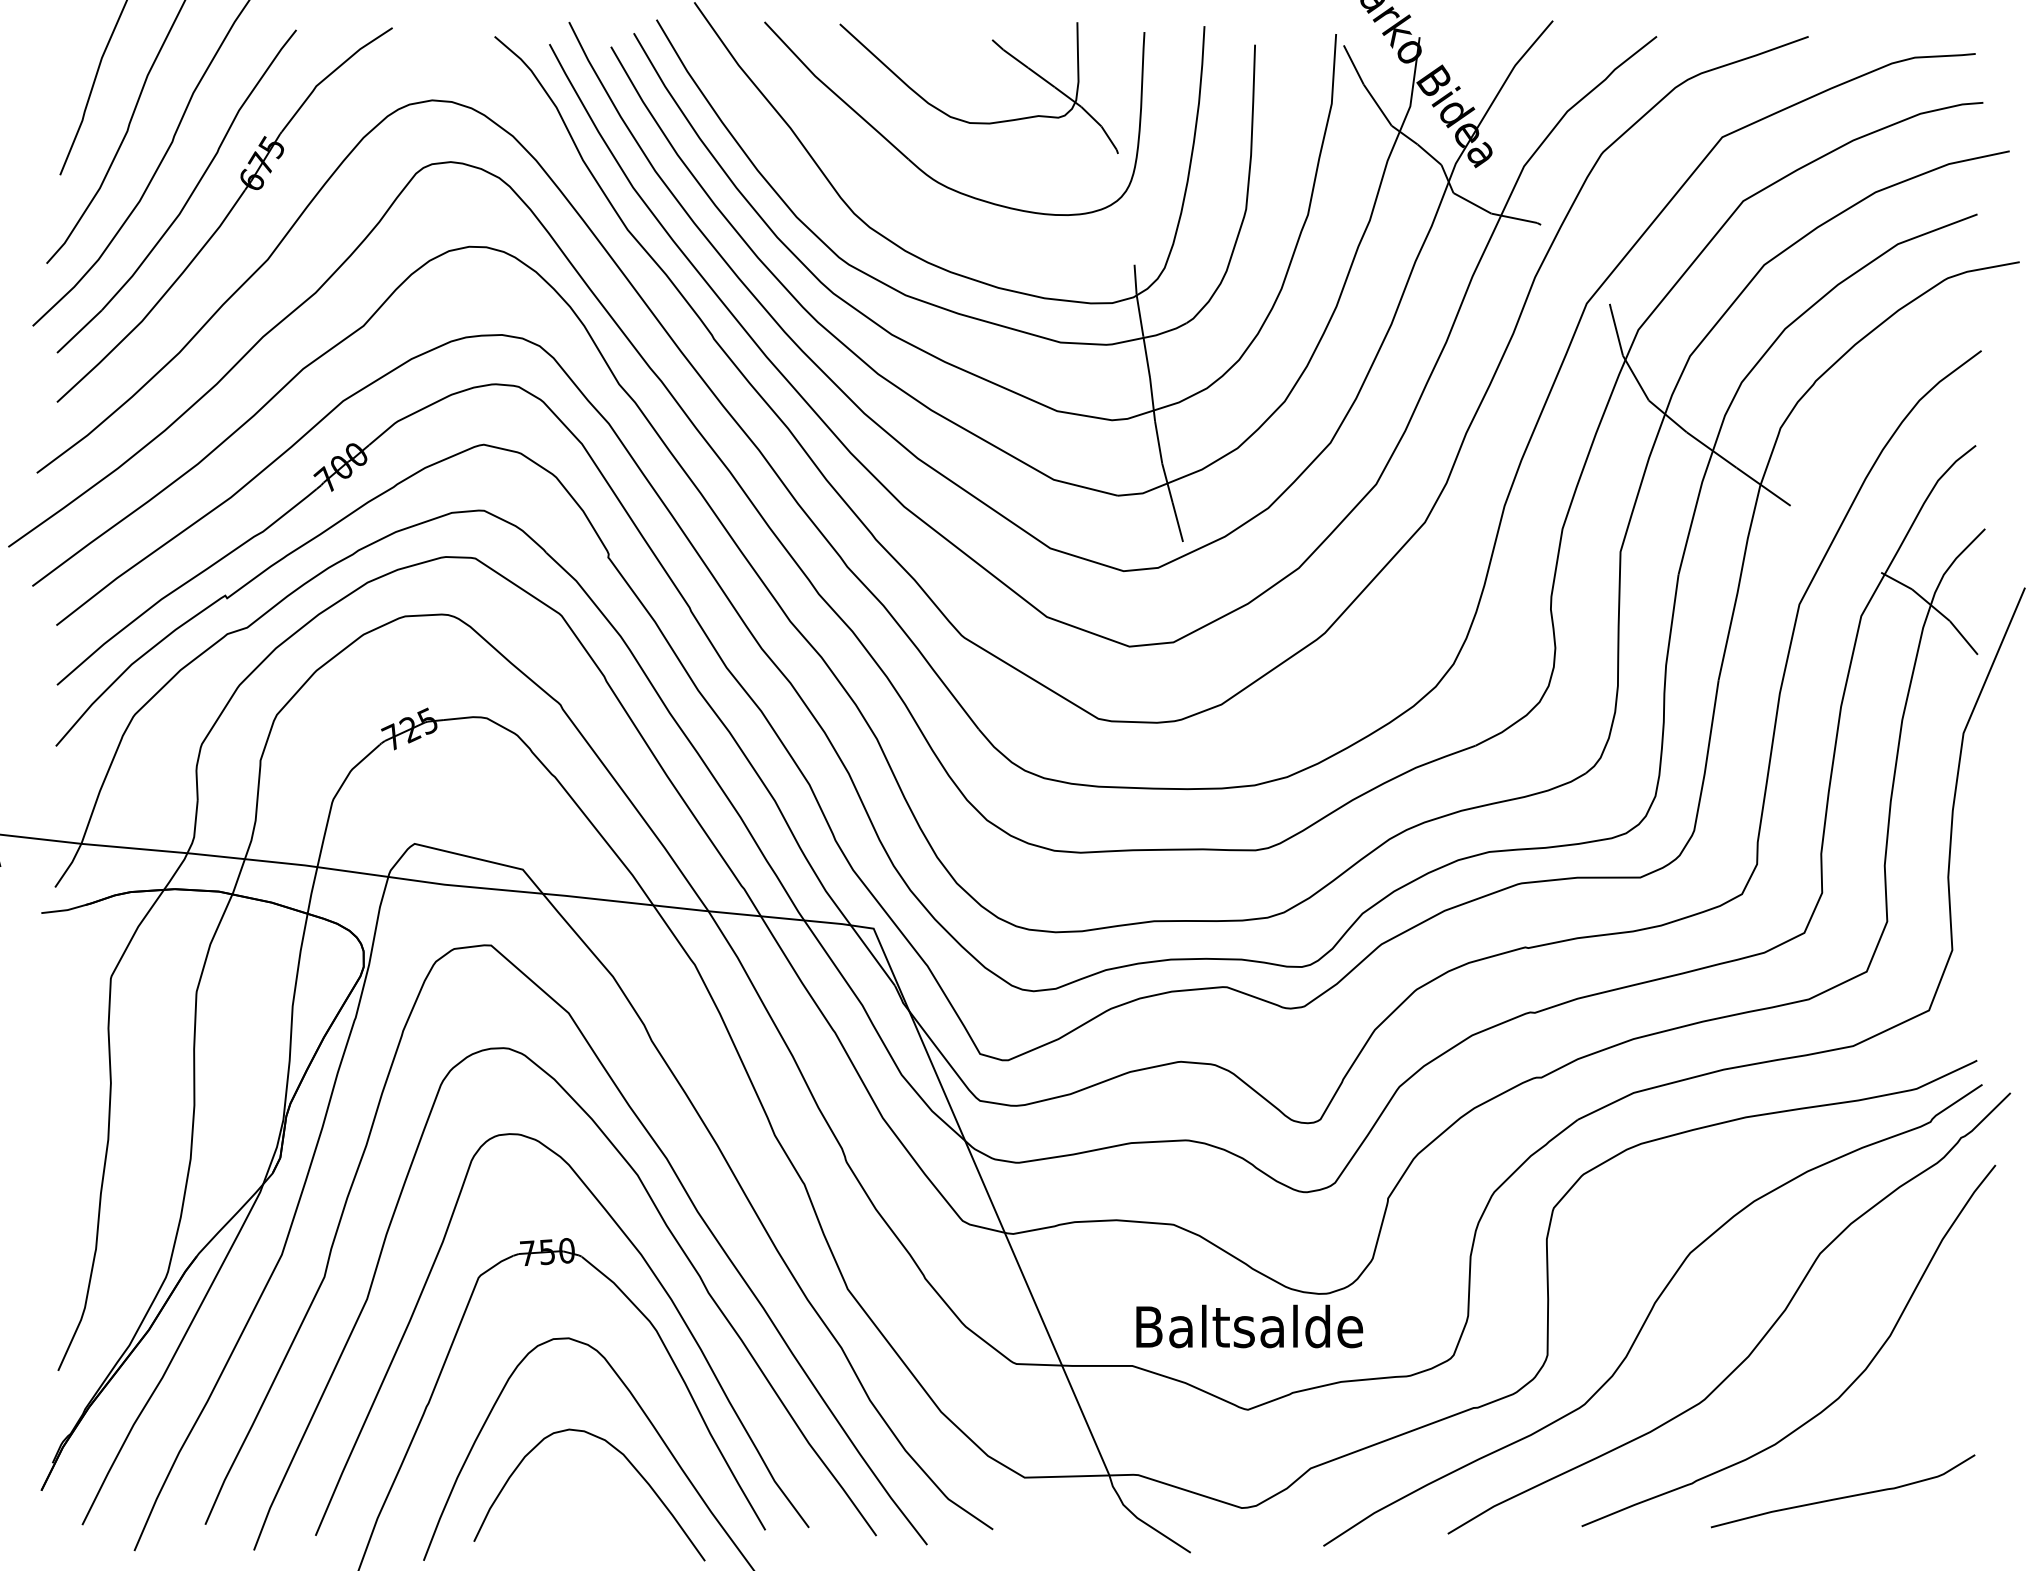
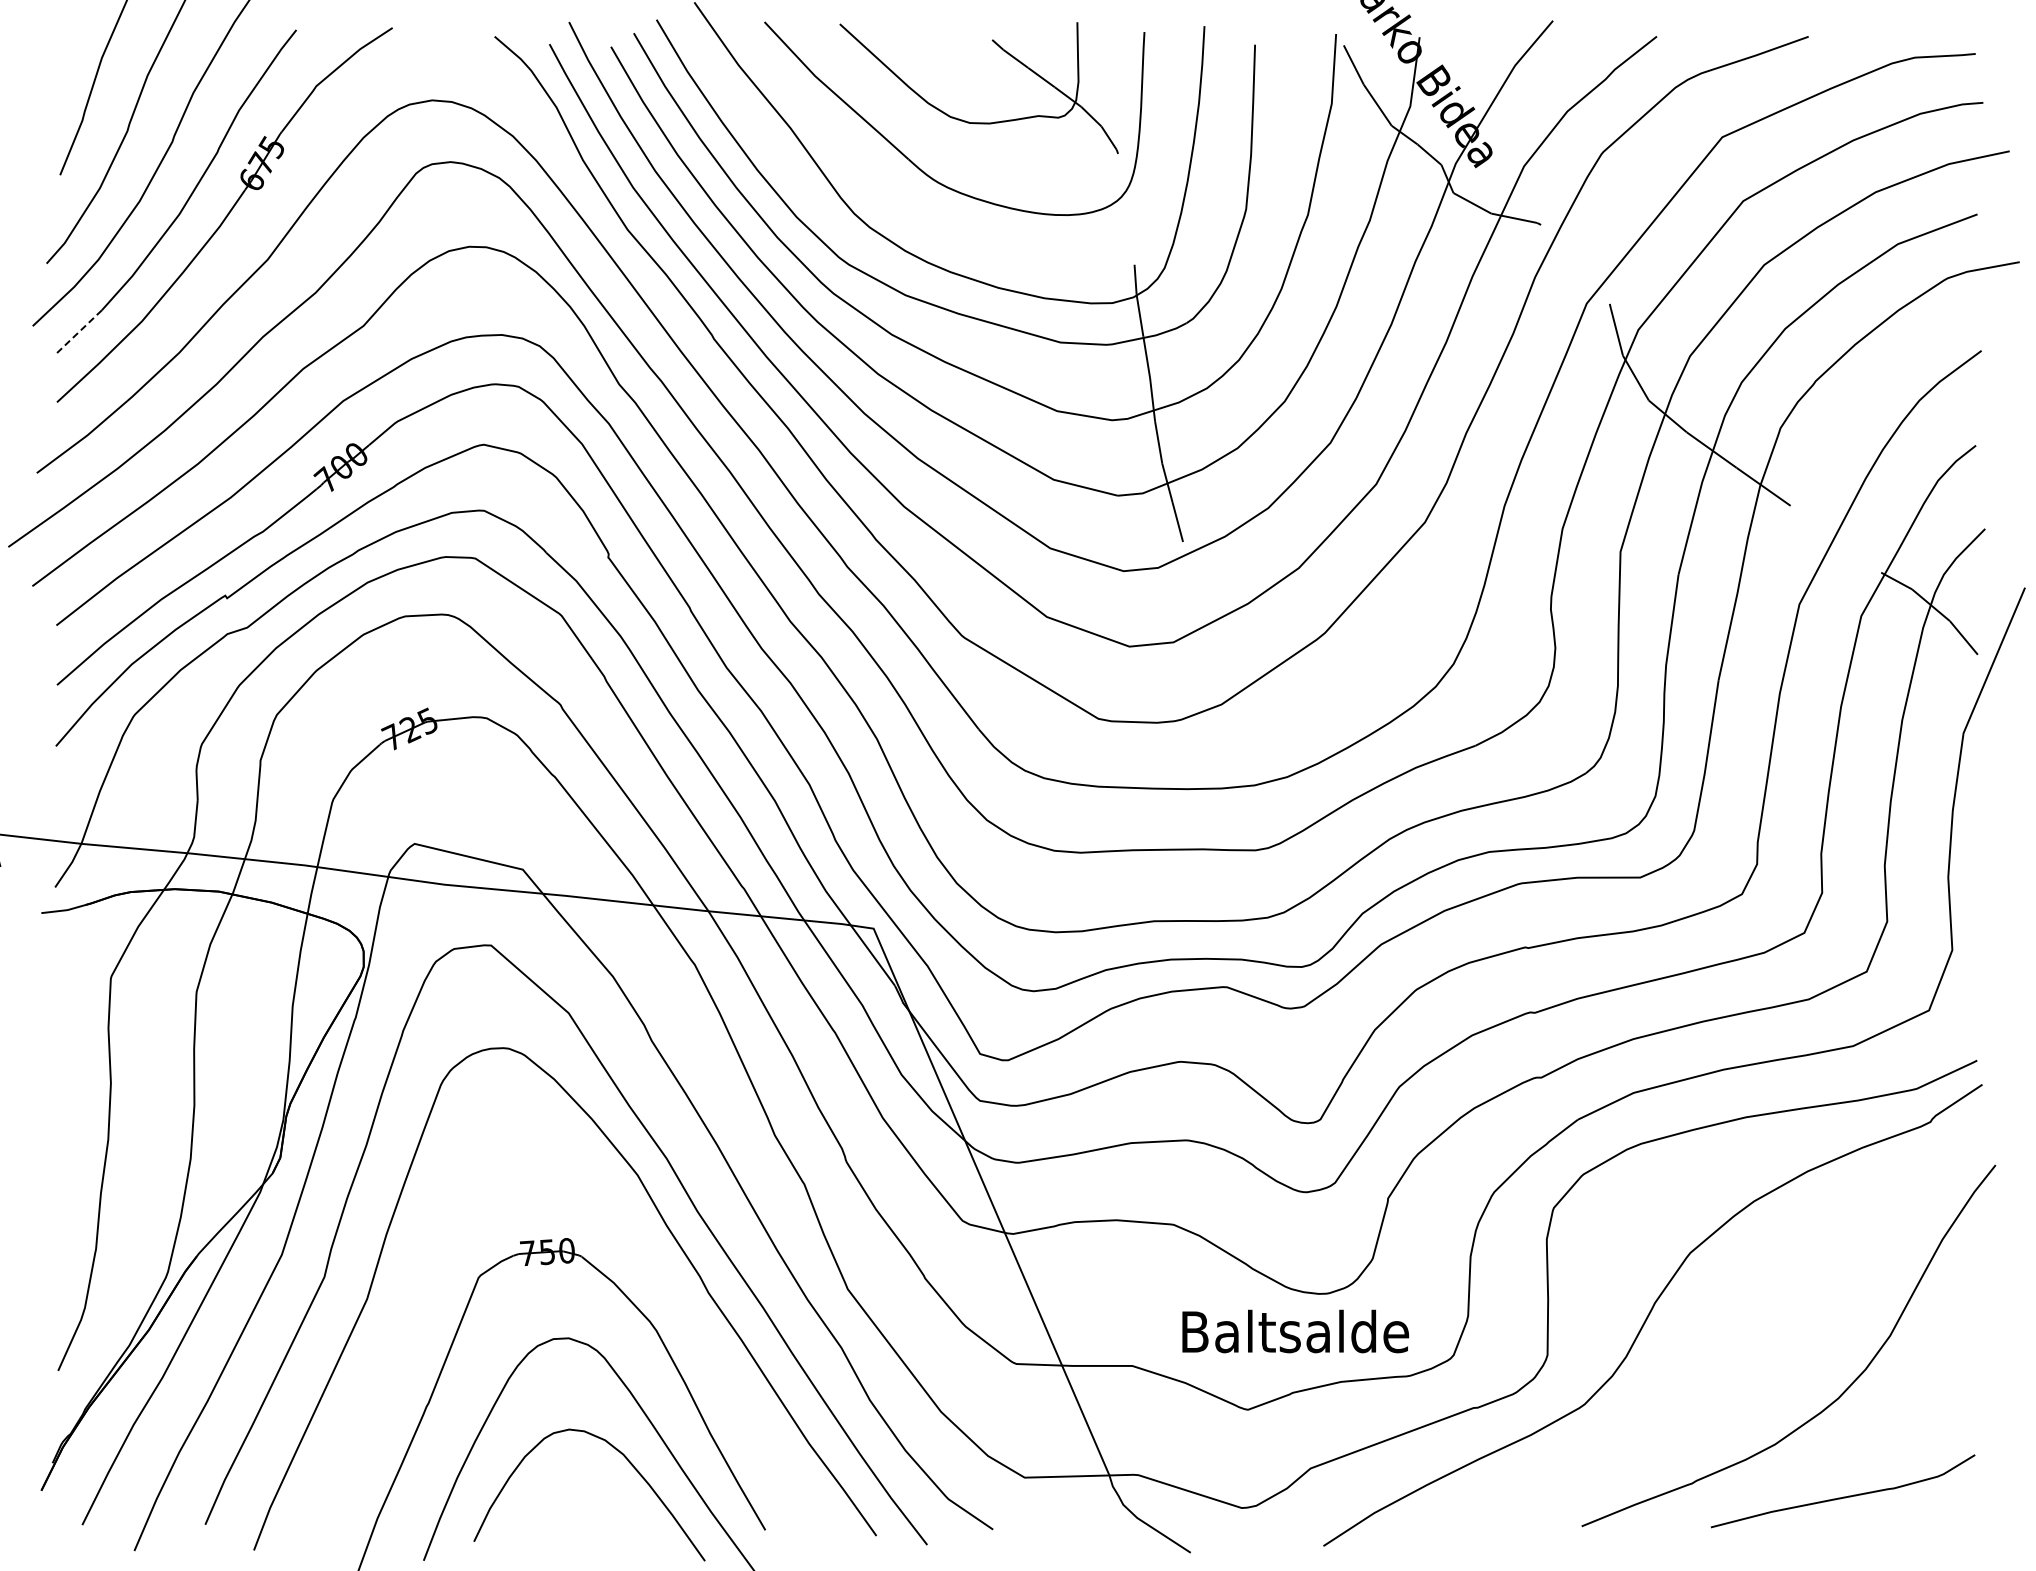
line at (79, 331): solid -> dashed
curve at (652, 1273): present -> none
text at (1249, 1326) position: (1249, 1326) -> (1295, 1331)
curve at (1759, 1340): present -> none
